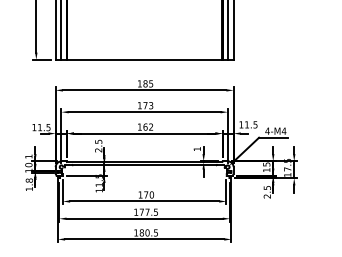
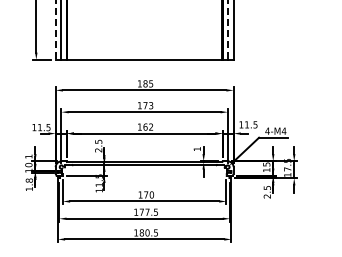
line at (55, 29): solid -> dashed
line at (227, 29): solid -> dashed
